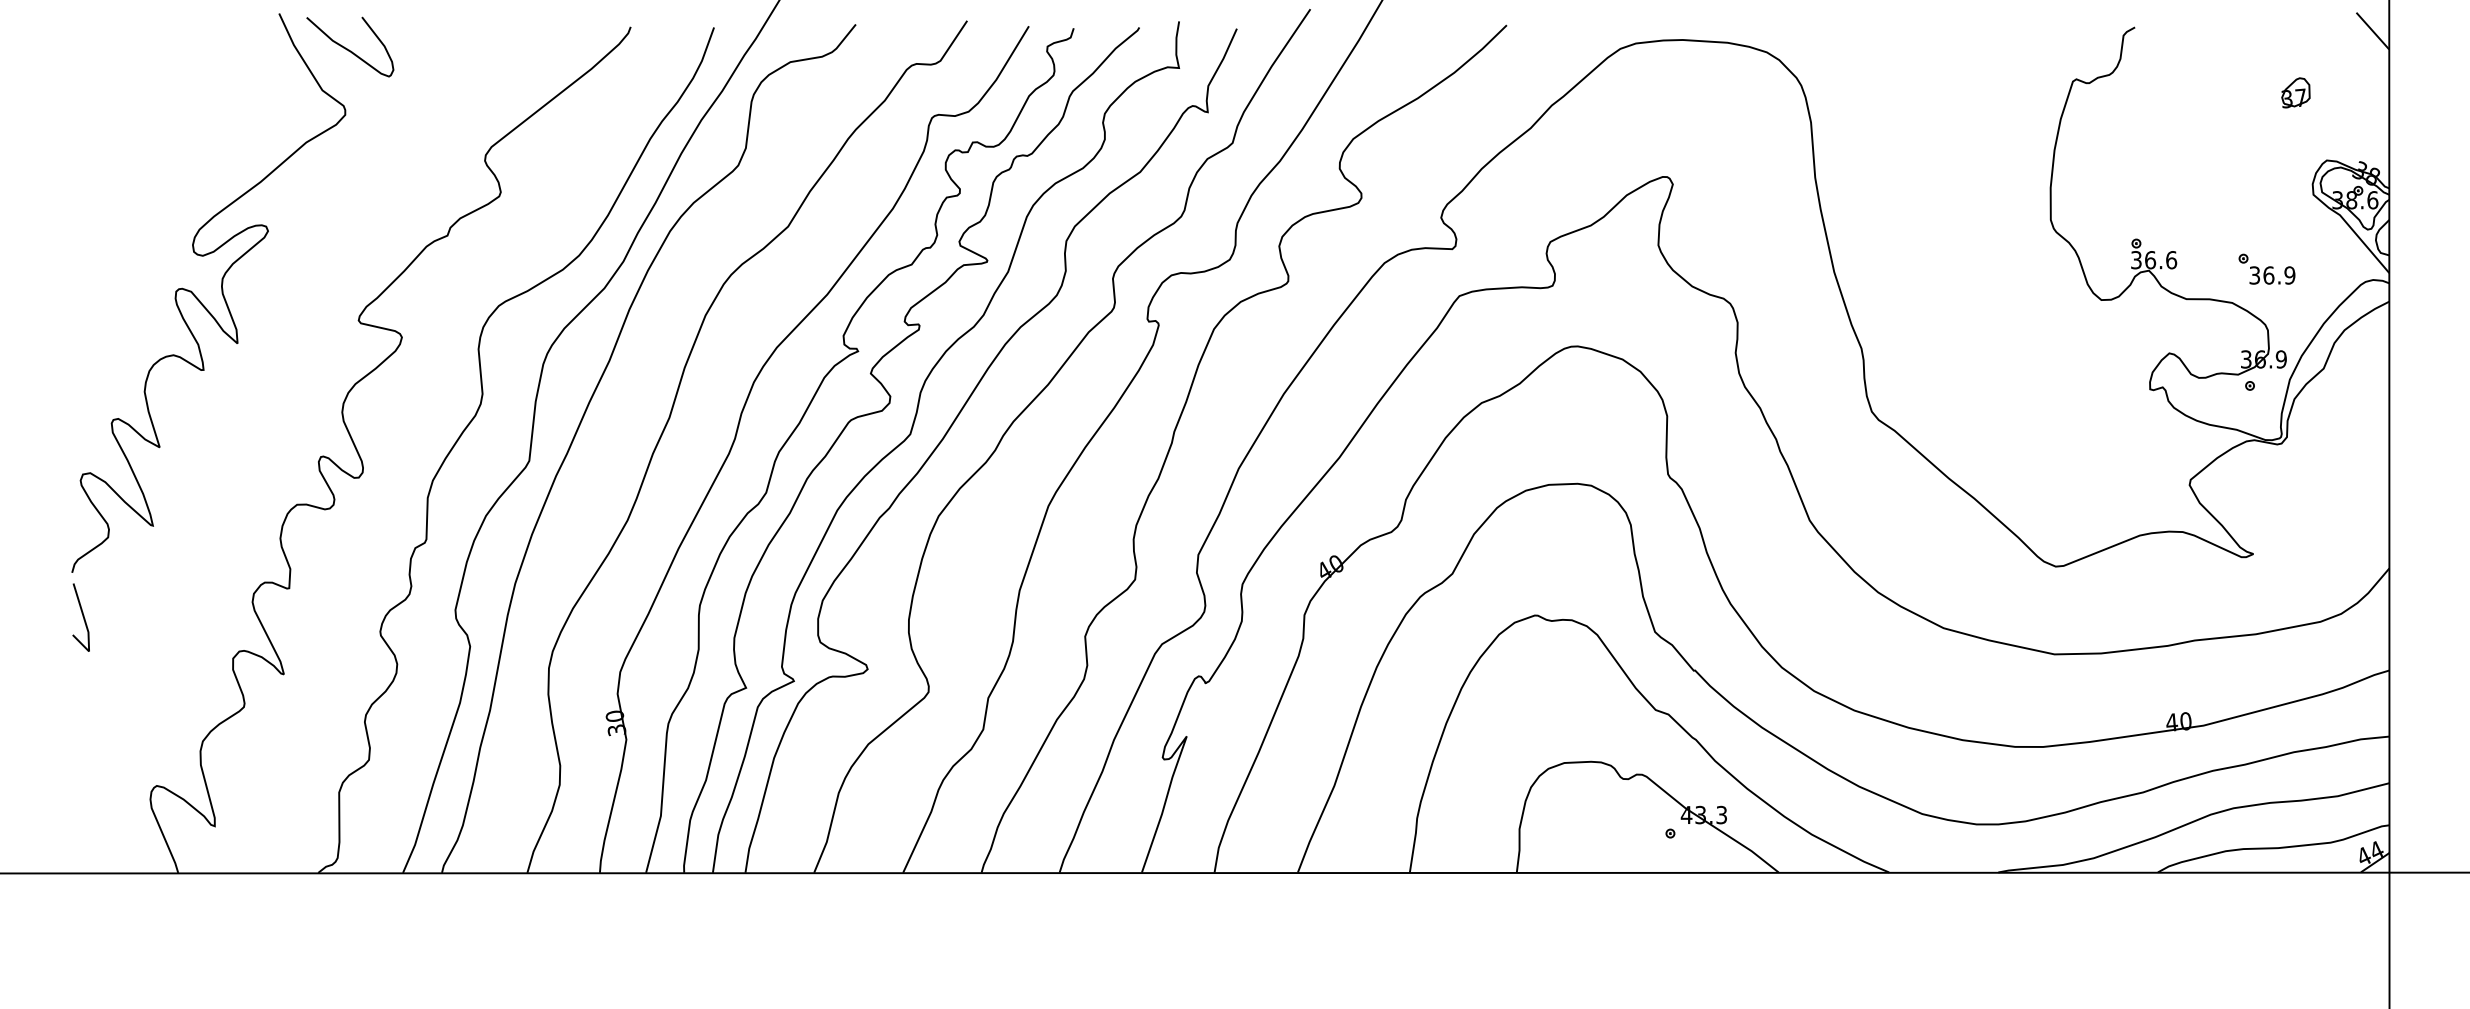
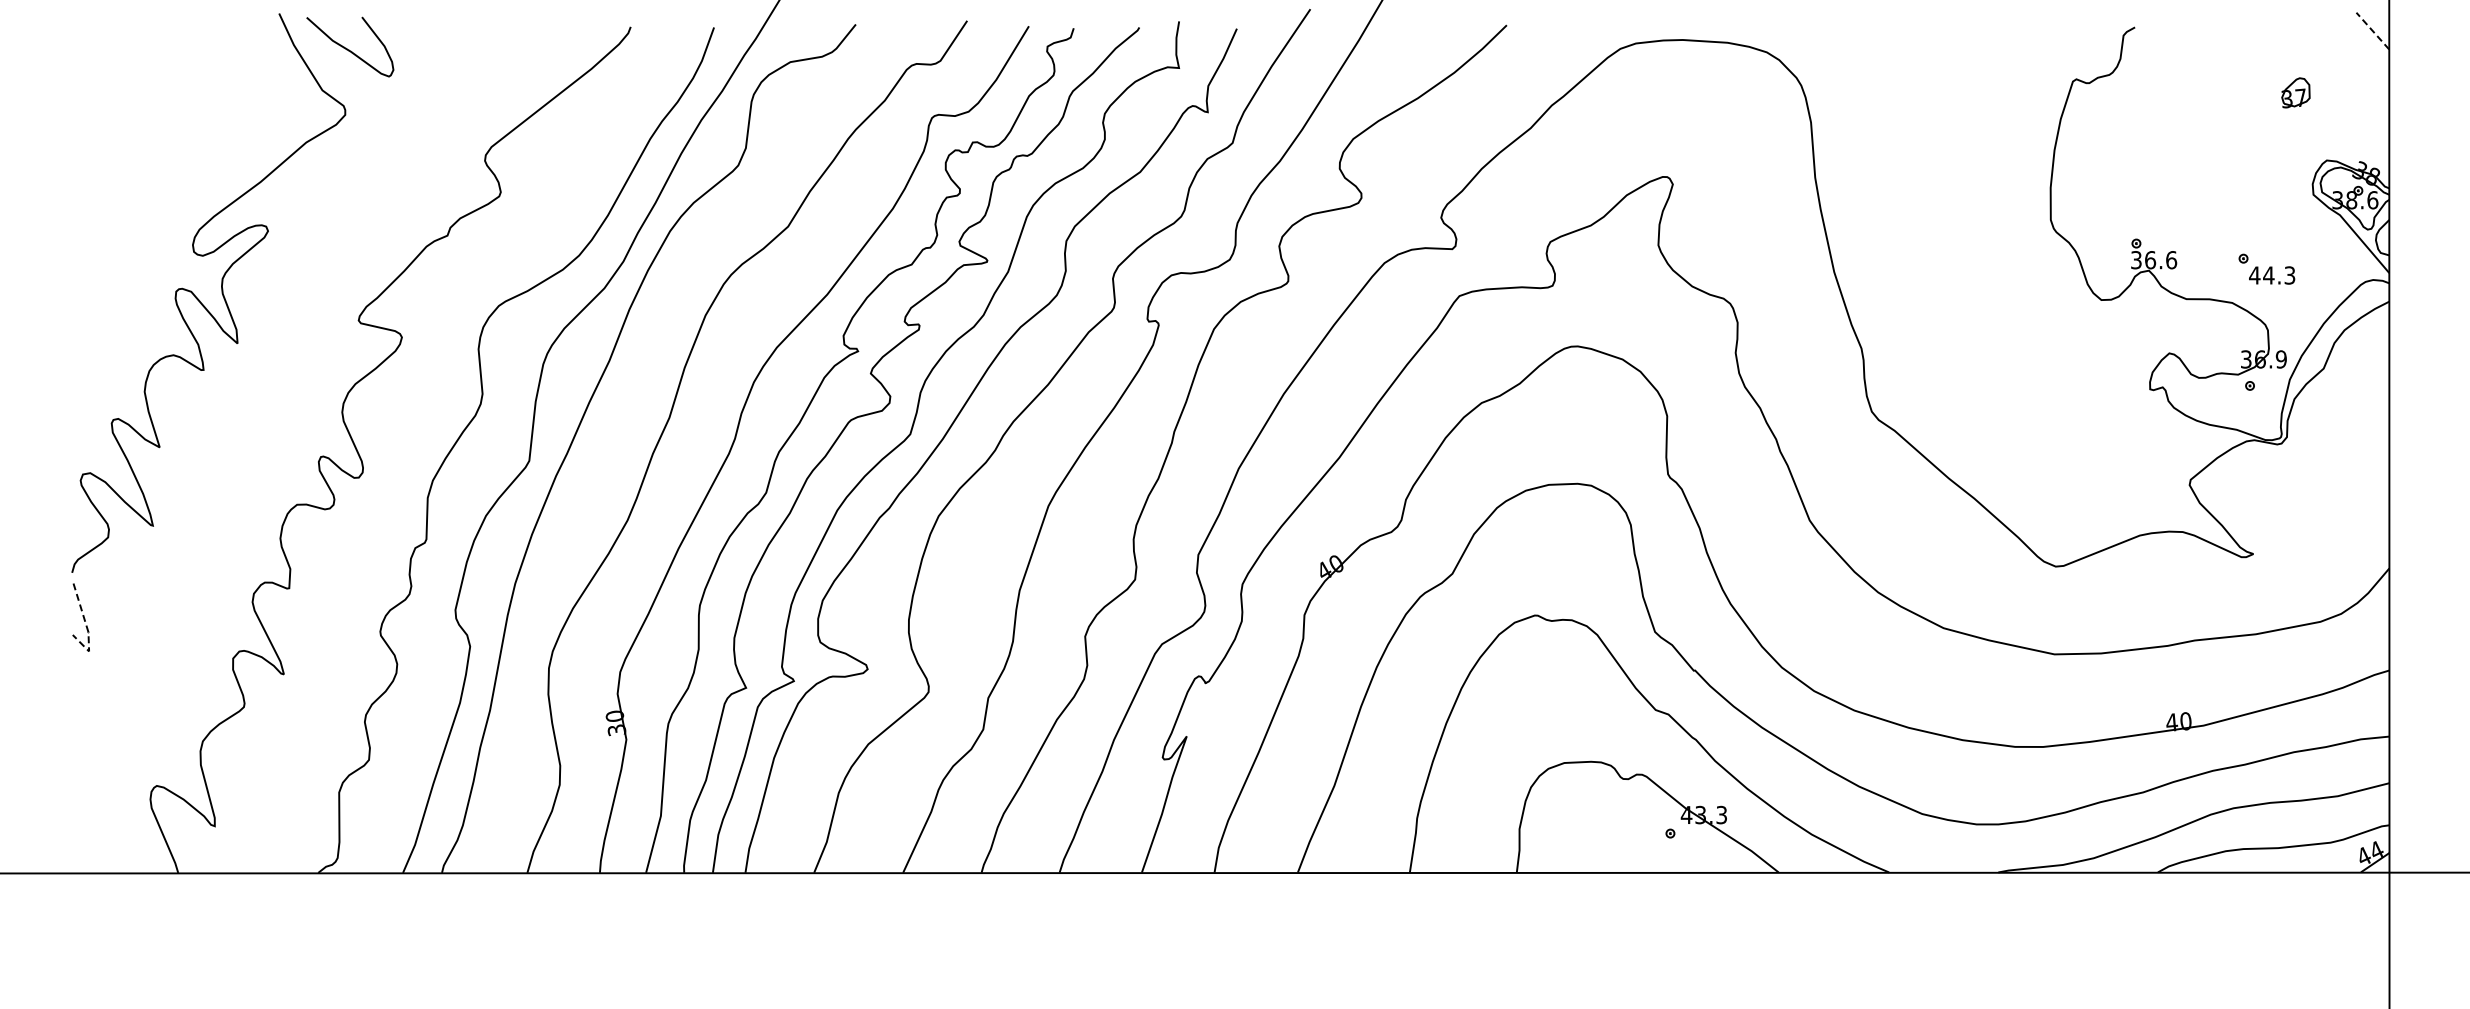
line at (2372, 31): solid -> dashed
text at (2272, 275): 36.9 -> 44.3
line at (87, 630): solid -> dashed
